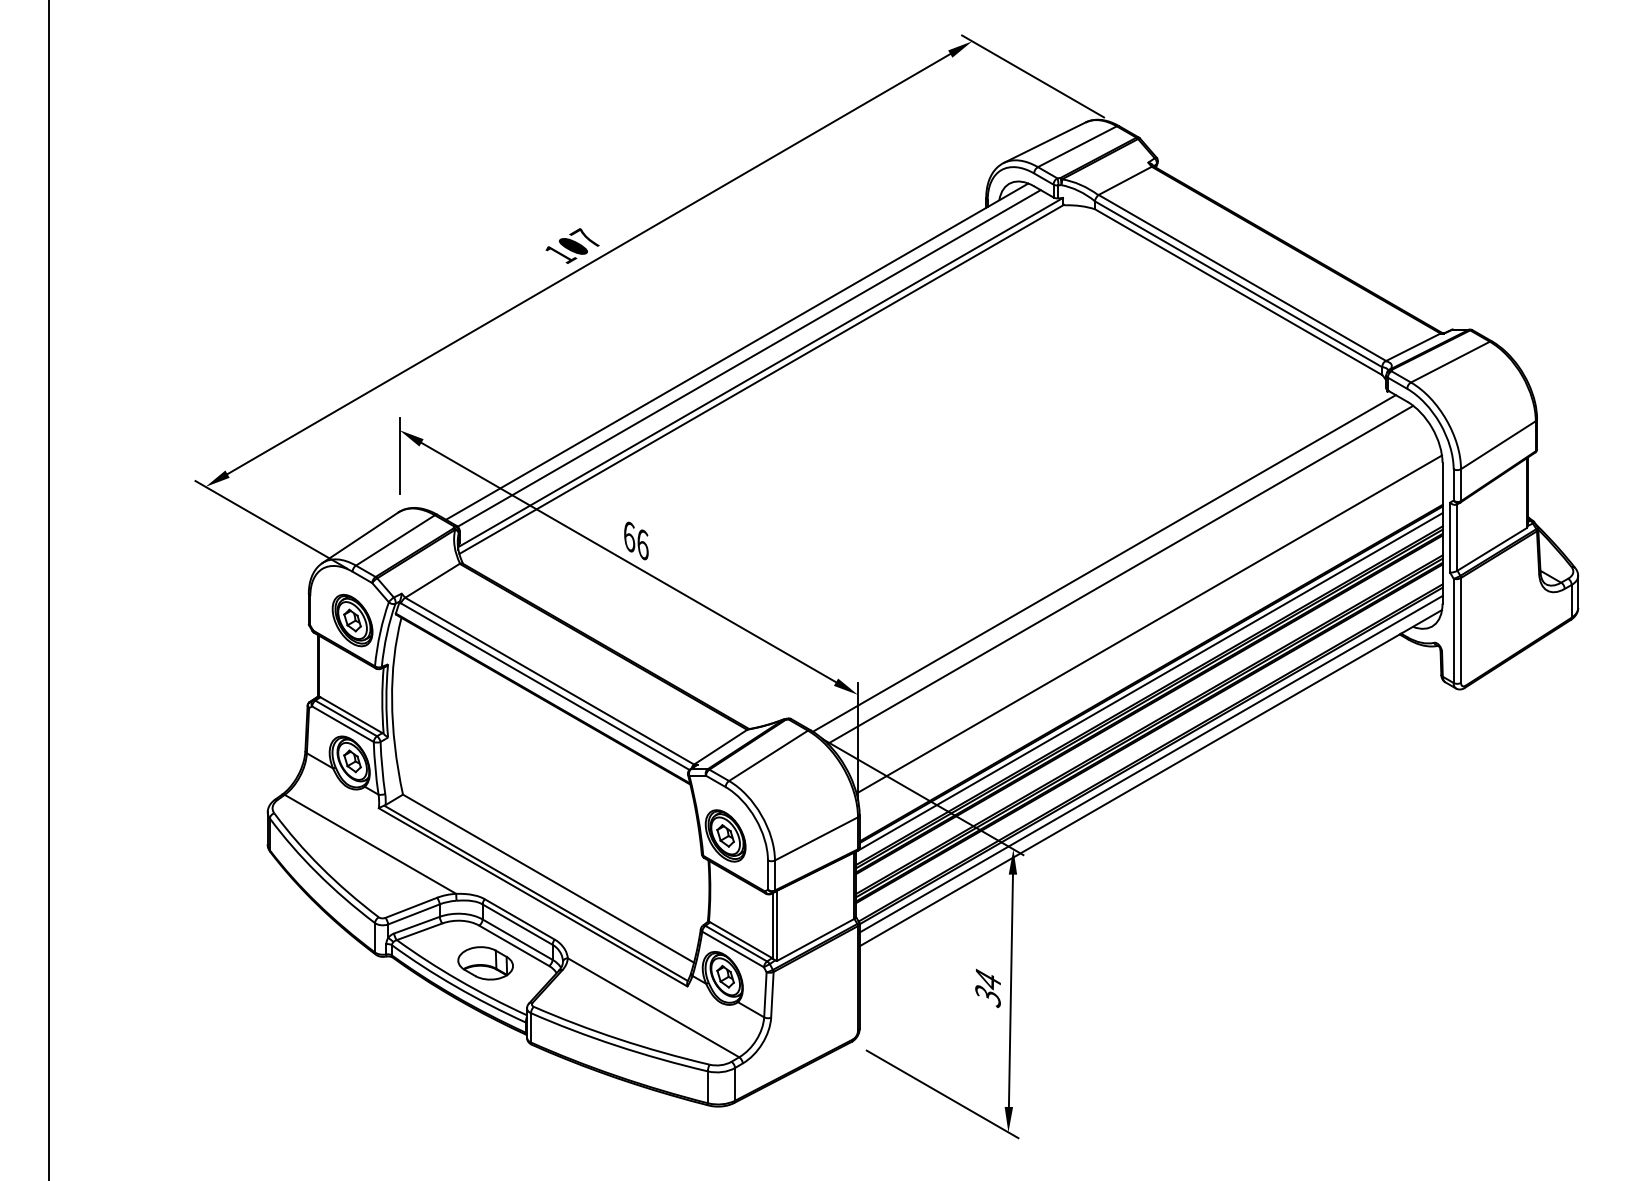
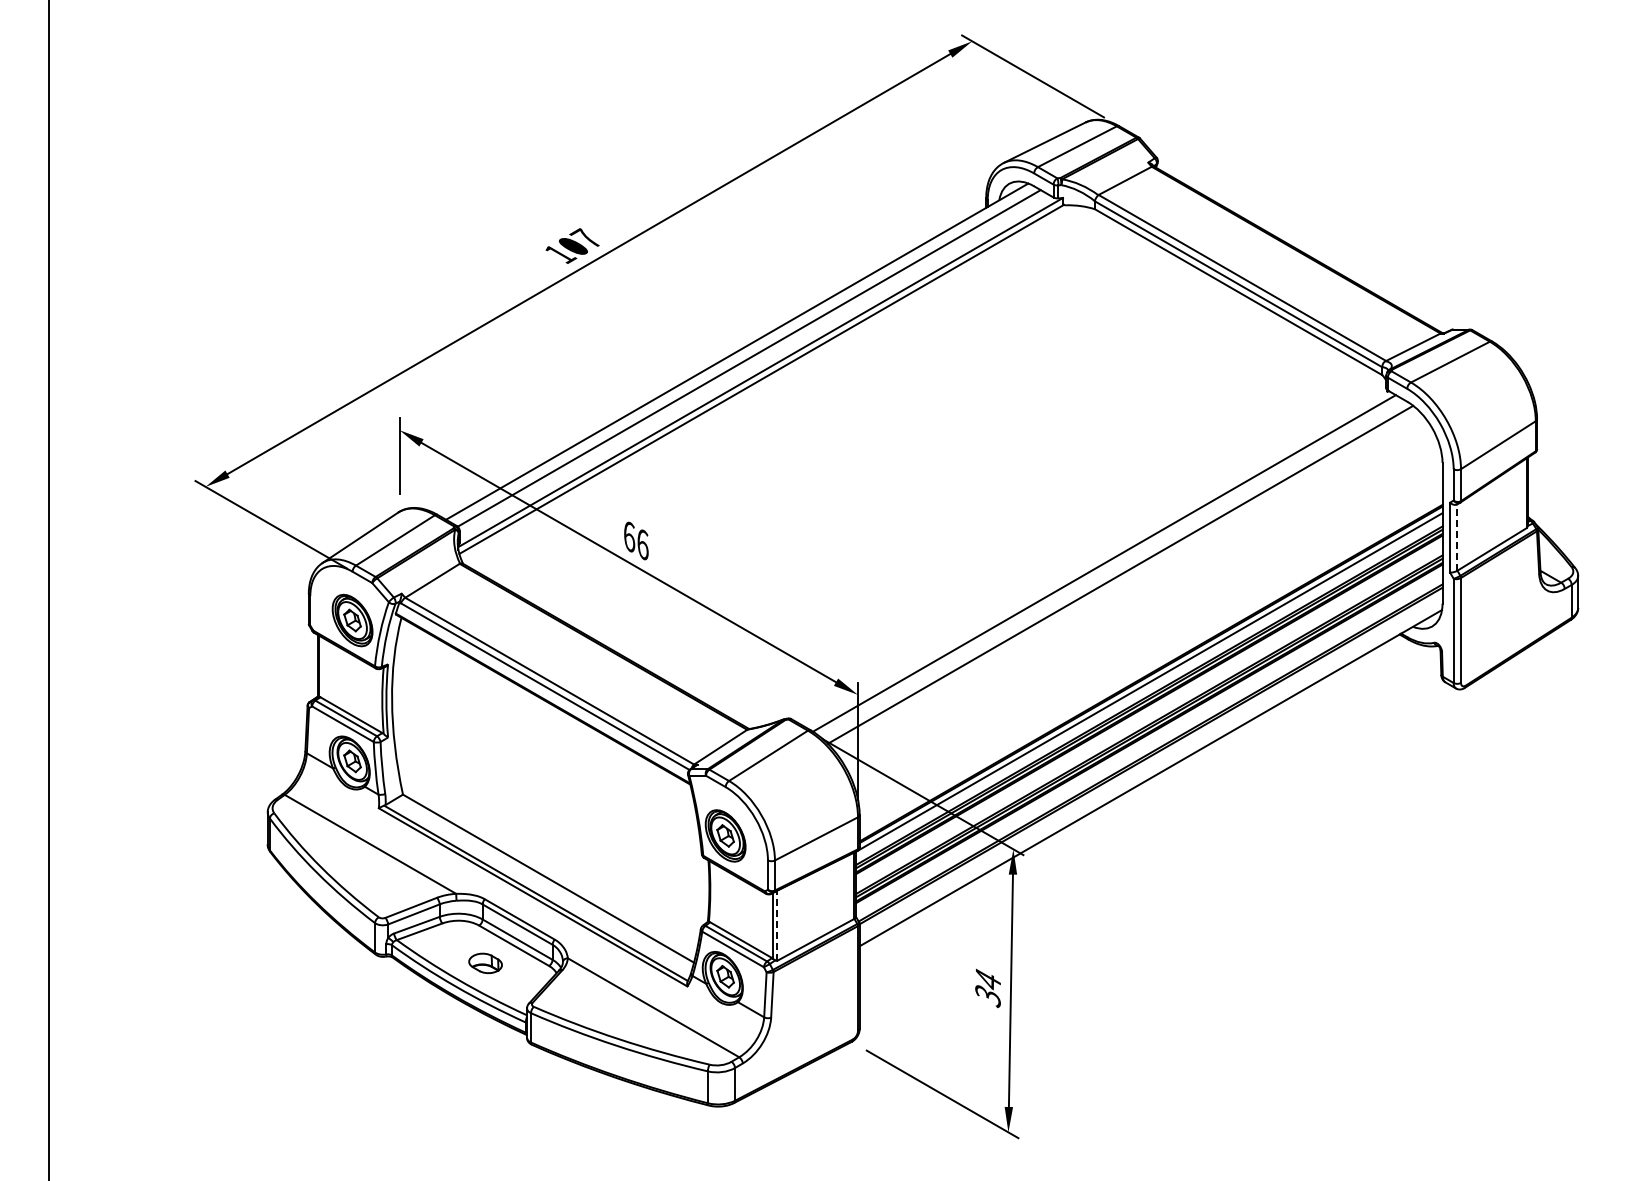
line at (1457, 537): solid -> dashed
line at (1148, 624): present -> none
line at (1150, 764): present -> none
line at (777, 925): solid -> dashed
part at (485, 963) size: 57x35 px -> 35x23 px
